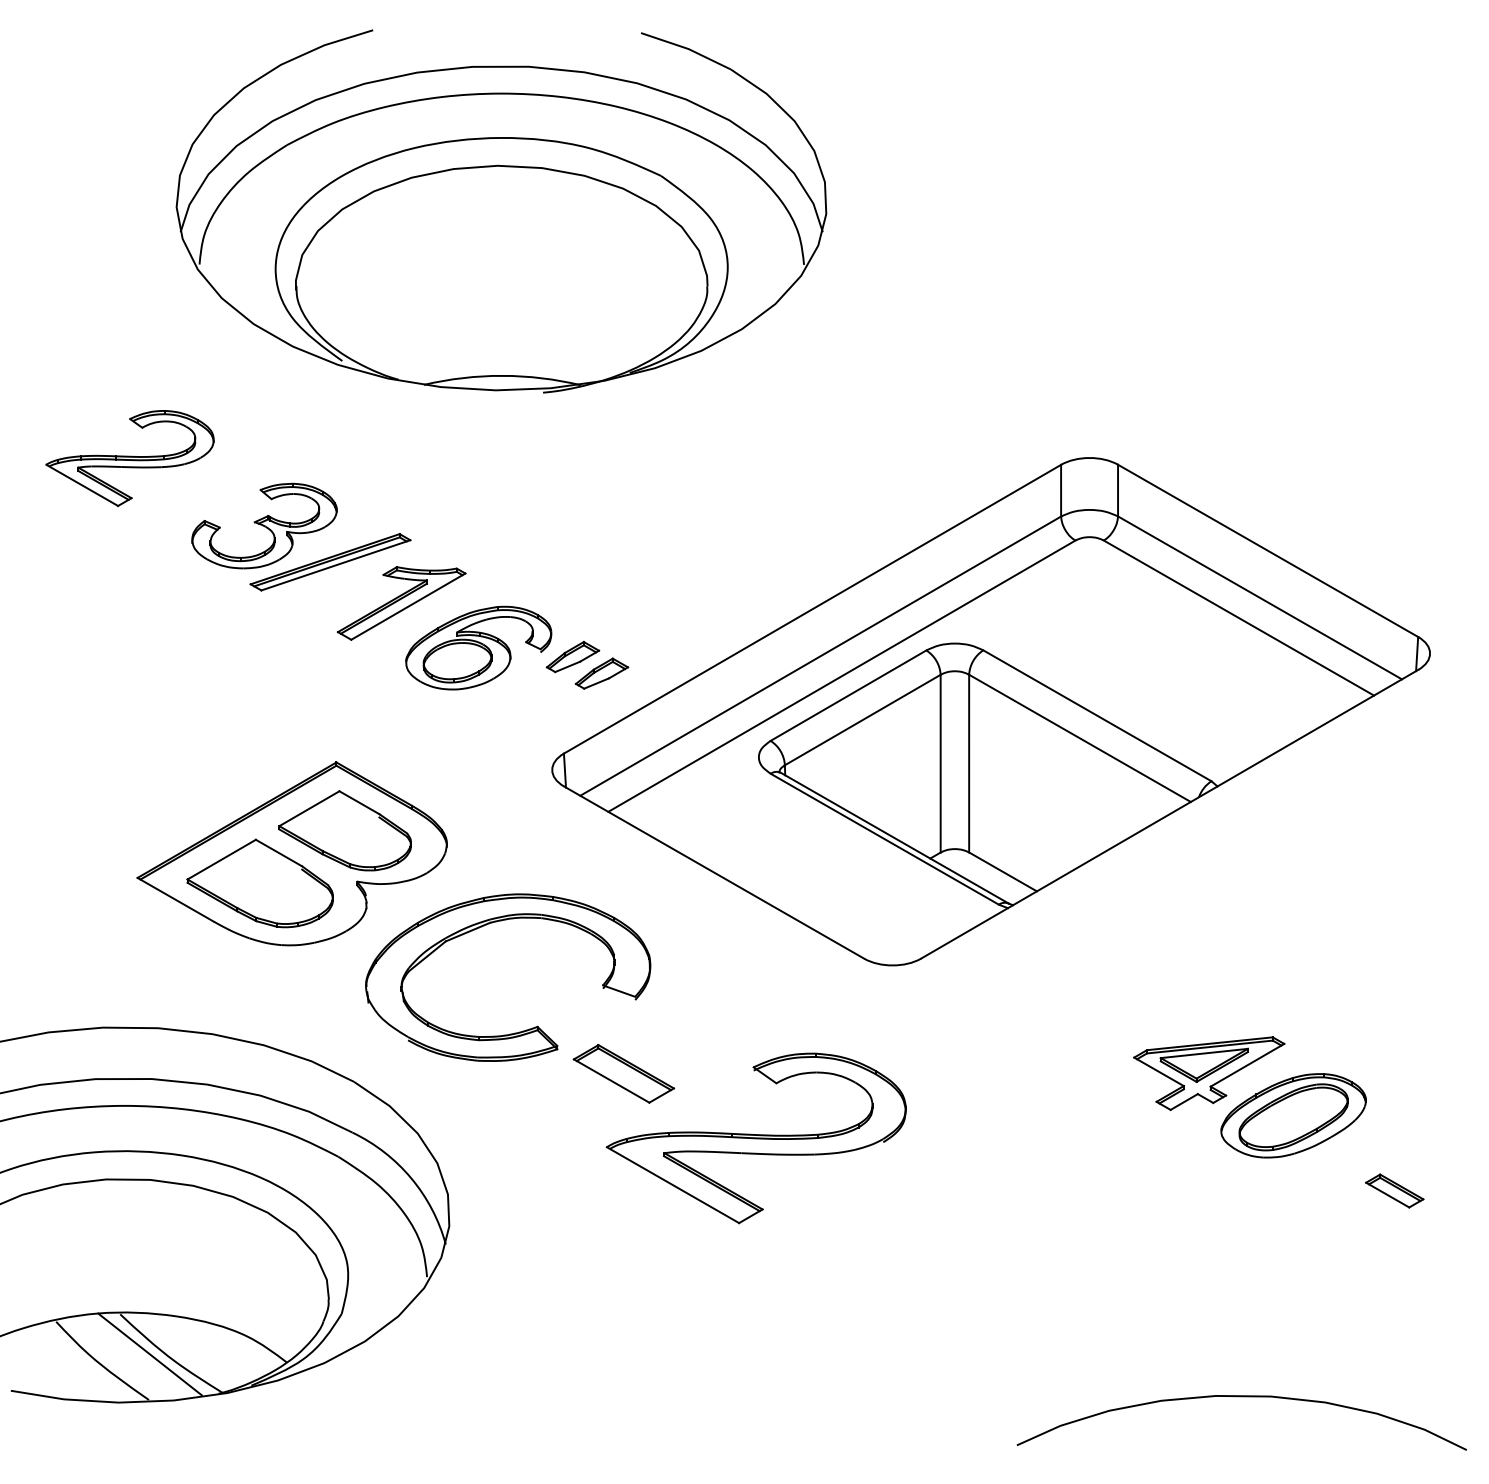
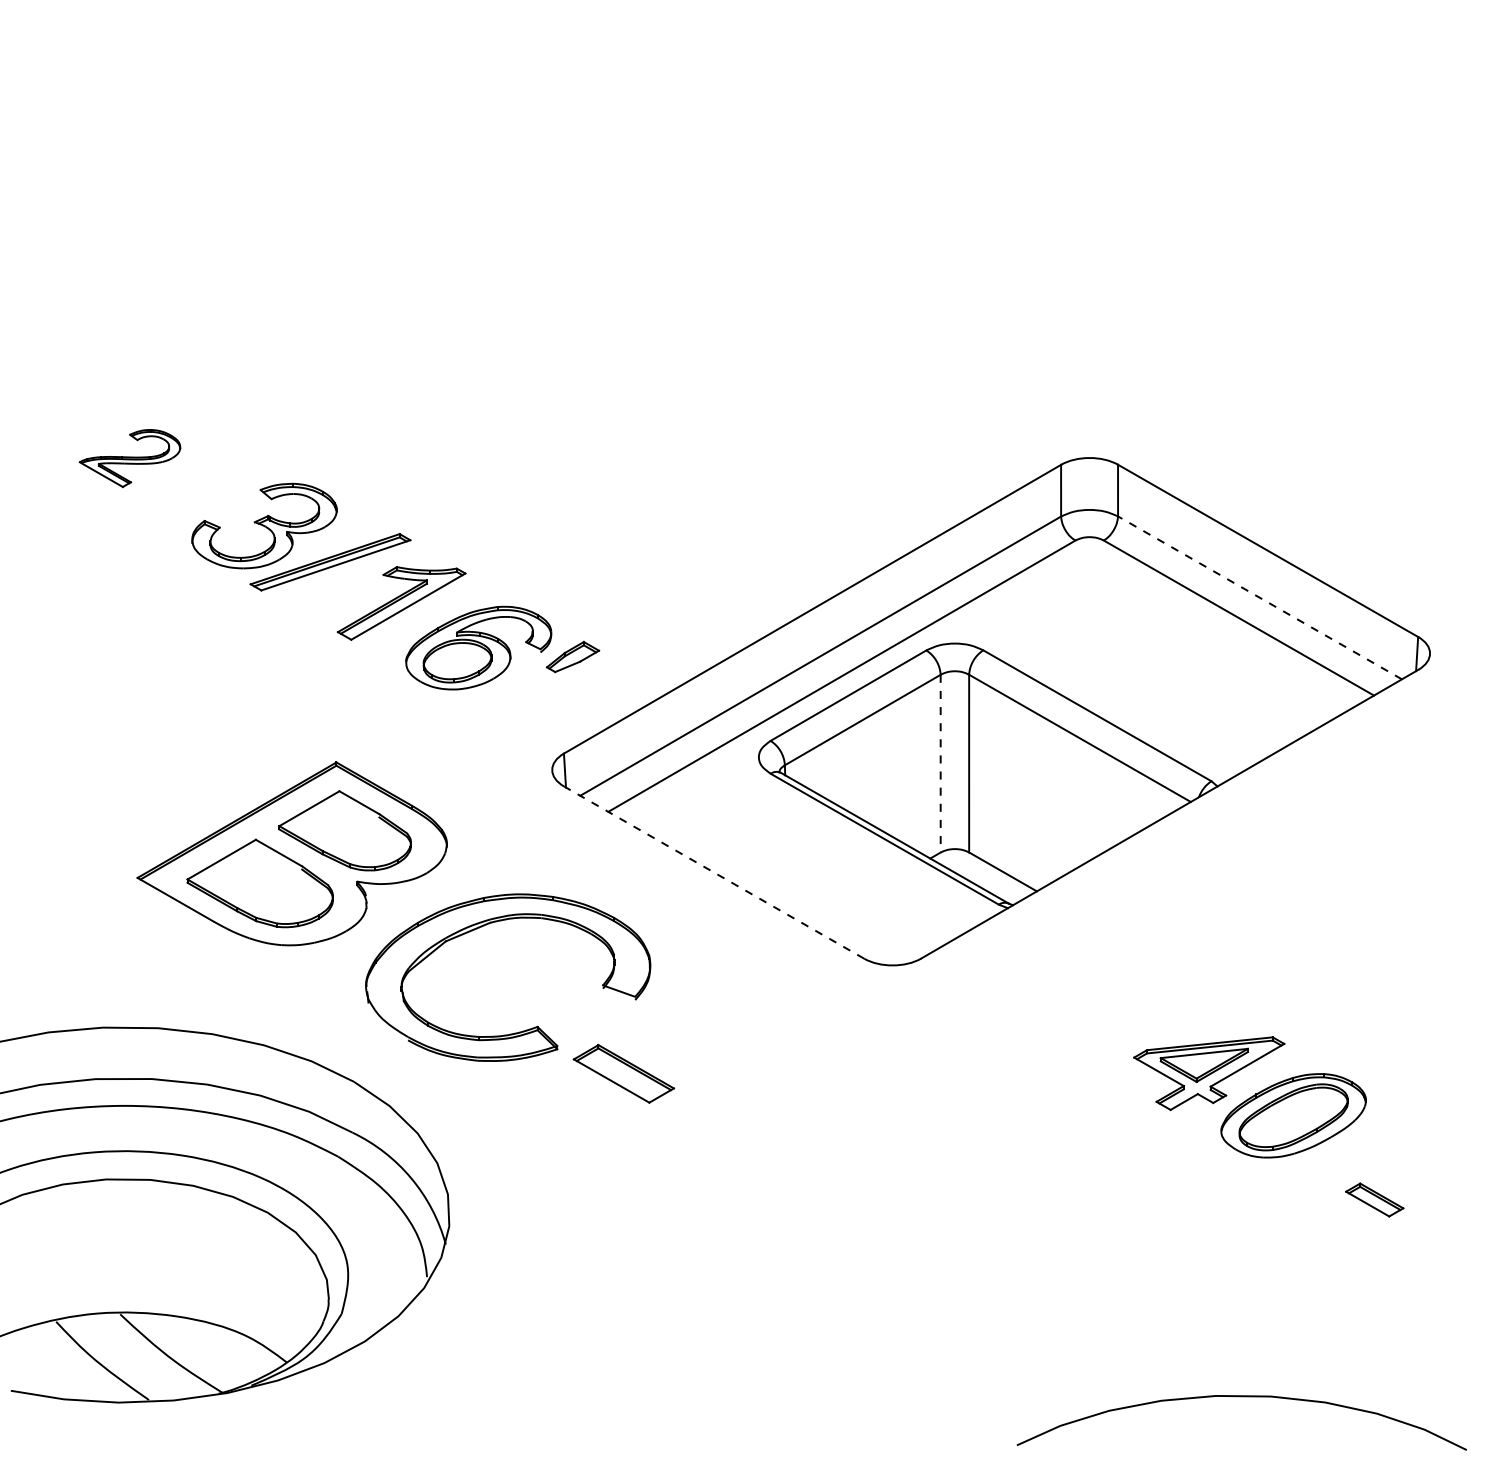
part at (501, 211): present -> none
part at (129, 458) size: 170x97 px -> 104x60 px
line at (1260, 597): solid -> dashed
part at (602, 673): present -> none
line at (940, 763): solid -> dashed
line at (713, 872): solid -> dashed
part at (755, 1138): present -> none
part at (1394, 1190) position: (1394, 1190) -> (1374, 1199)
line at (149, 1354): present -> none
